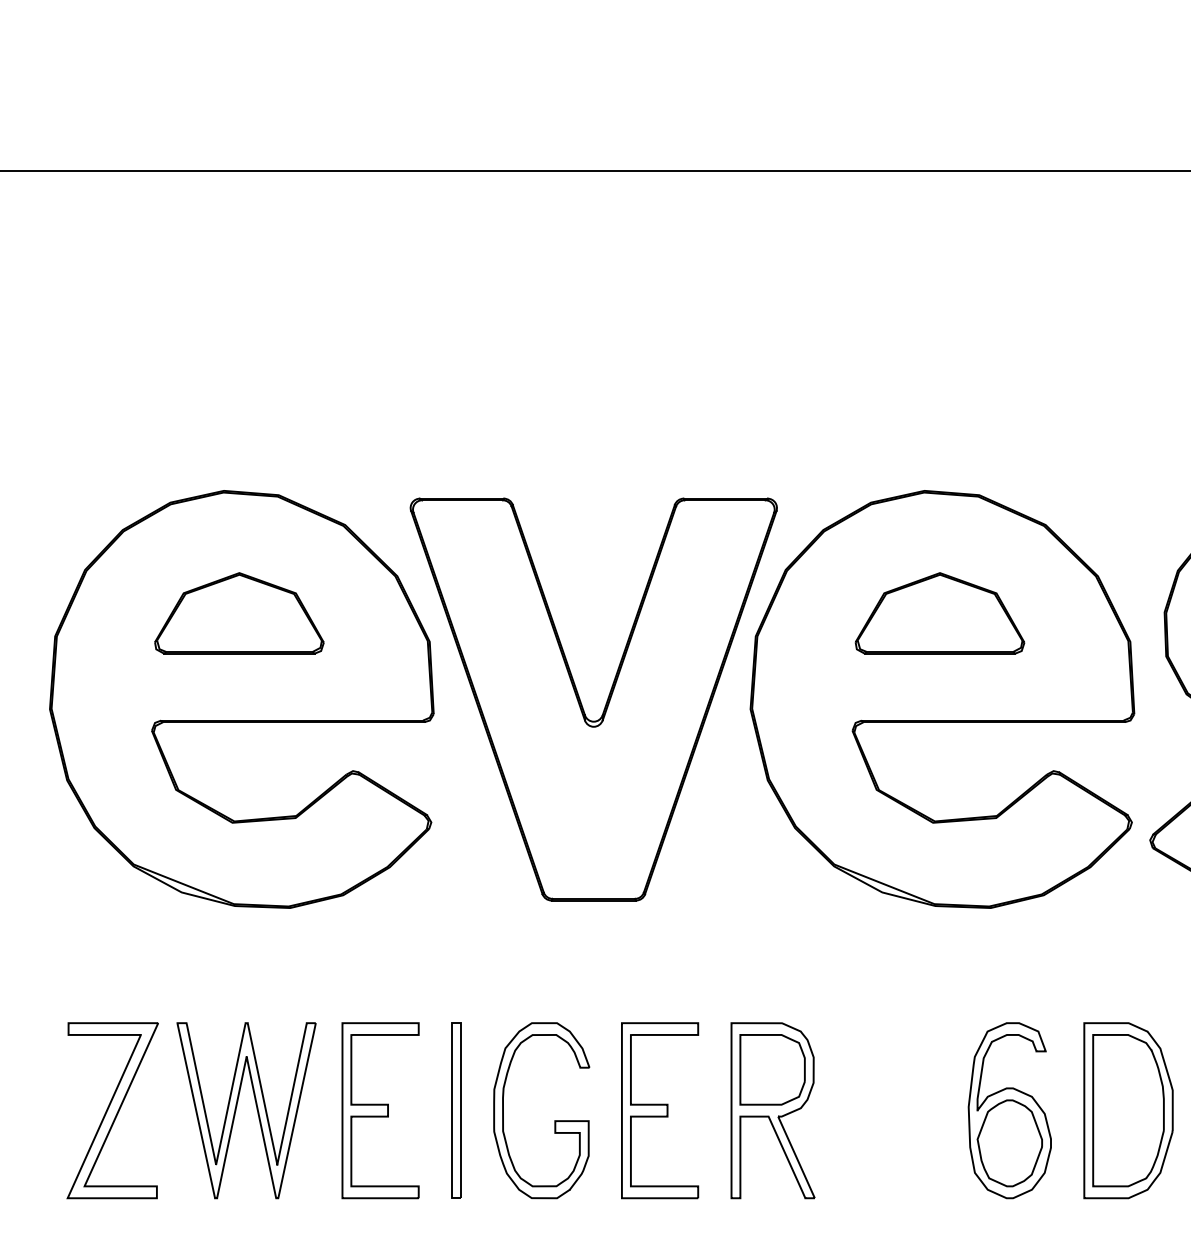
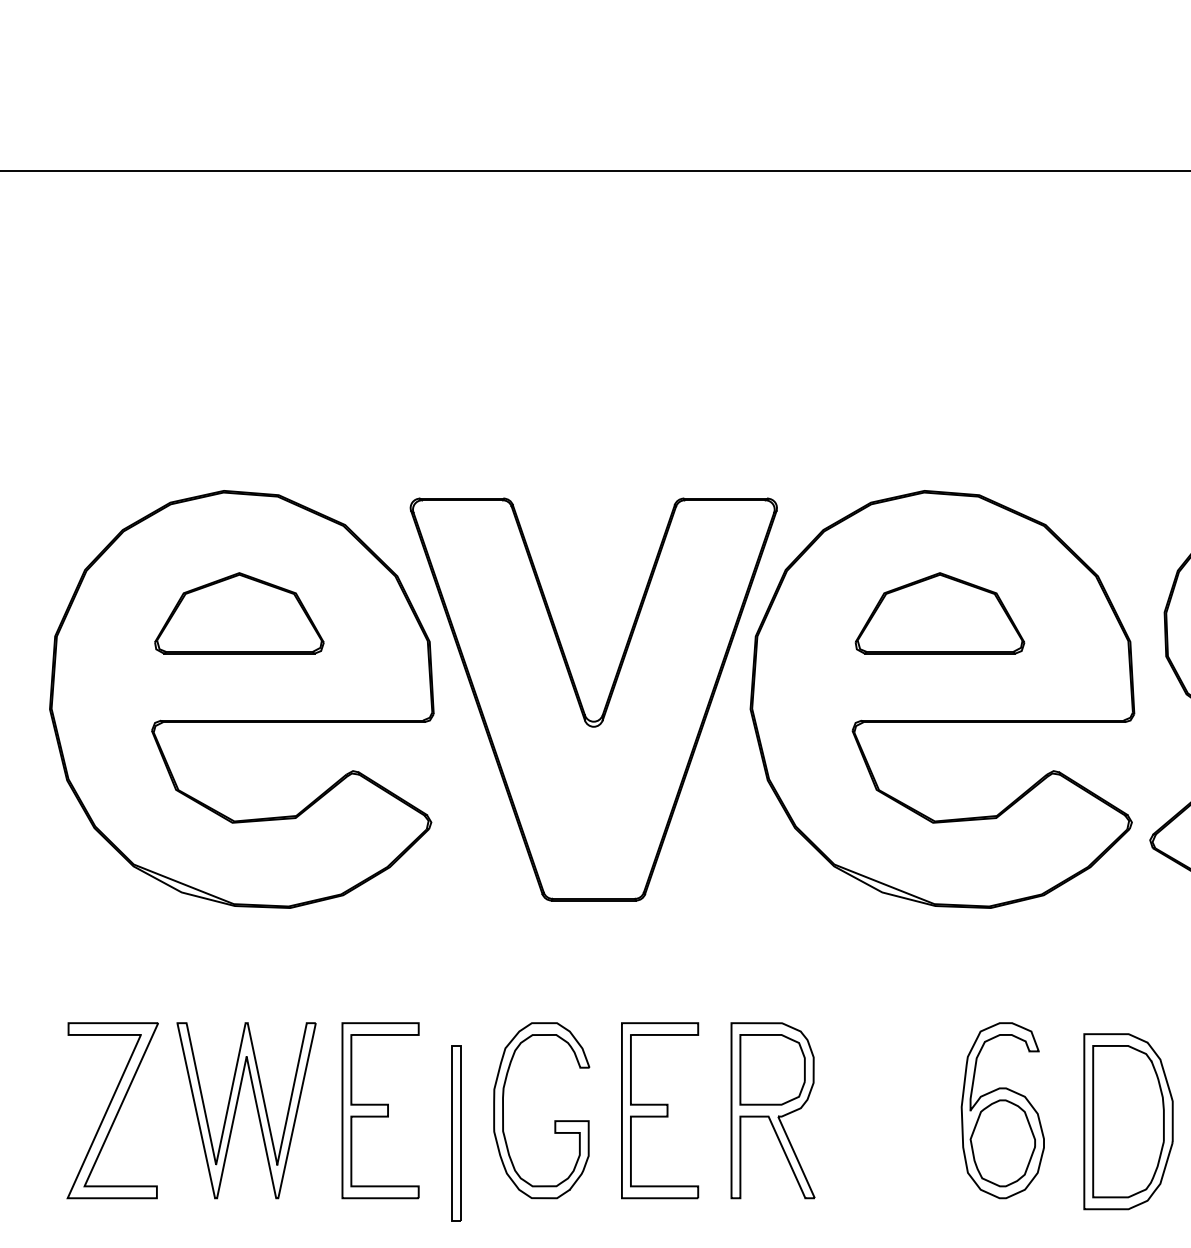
part at (456, 1110) position: (456, 1110) -> (456, 1133)
part at (1009, 1110) position: (1009, 1110) -> (1002, 1110)
part at (1128, 1110) position: (1128, 1110) -> (1128, 1121)
